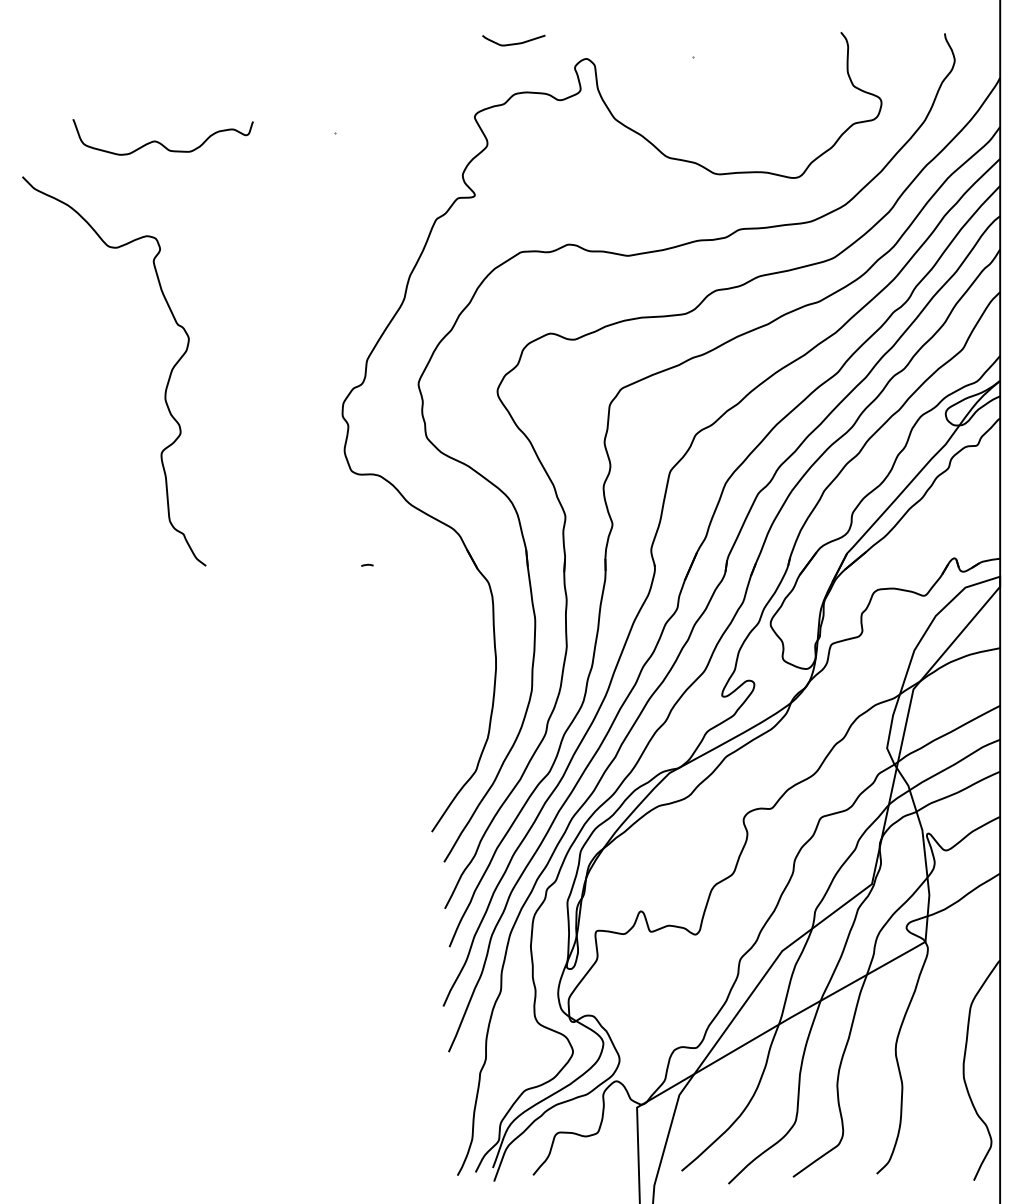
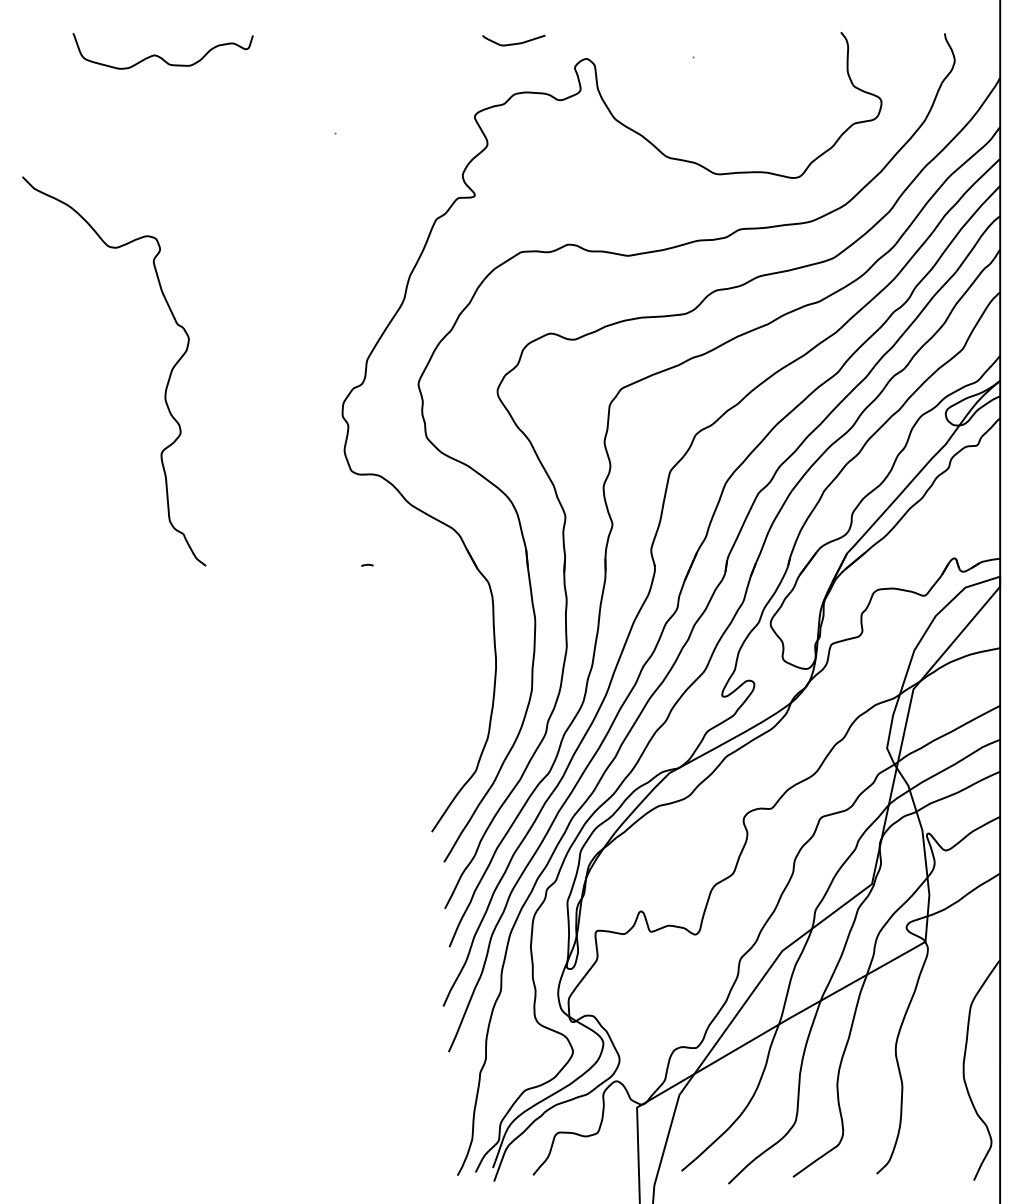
curve at (160, 142) position: (160, 142) -> (160, 56)
